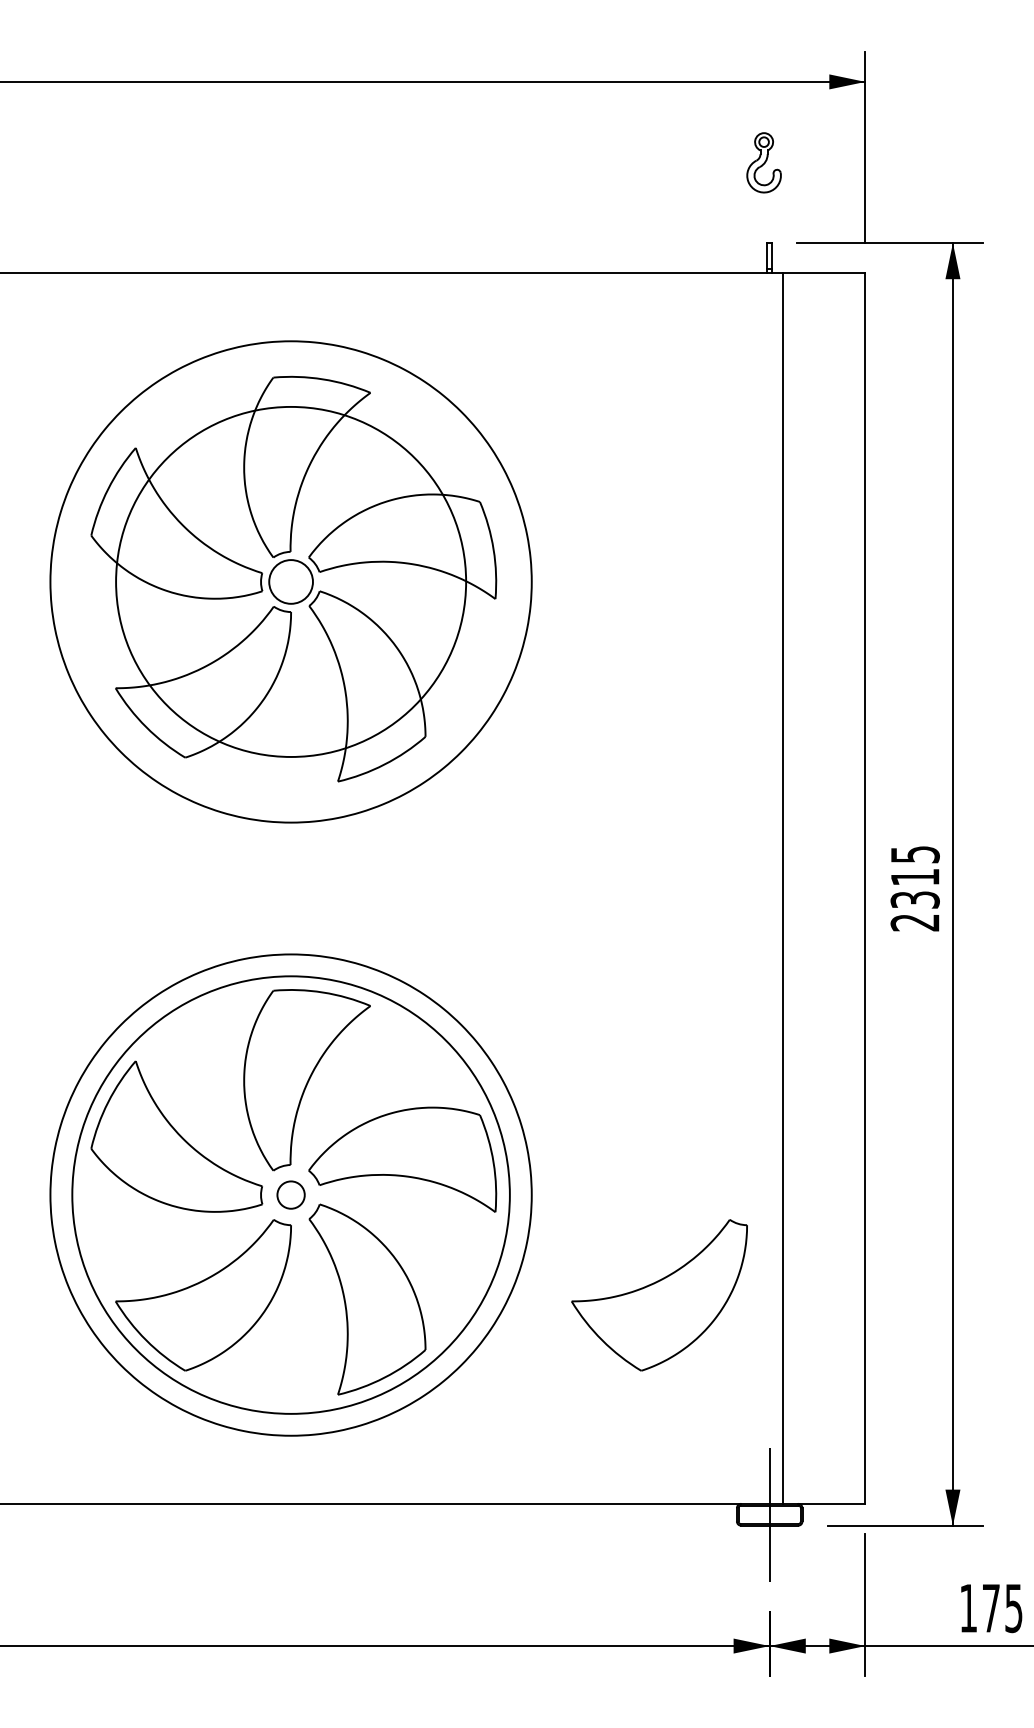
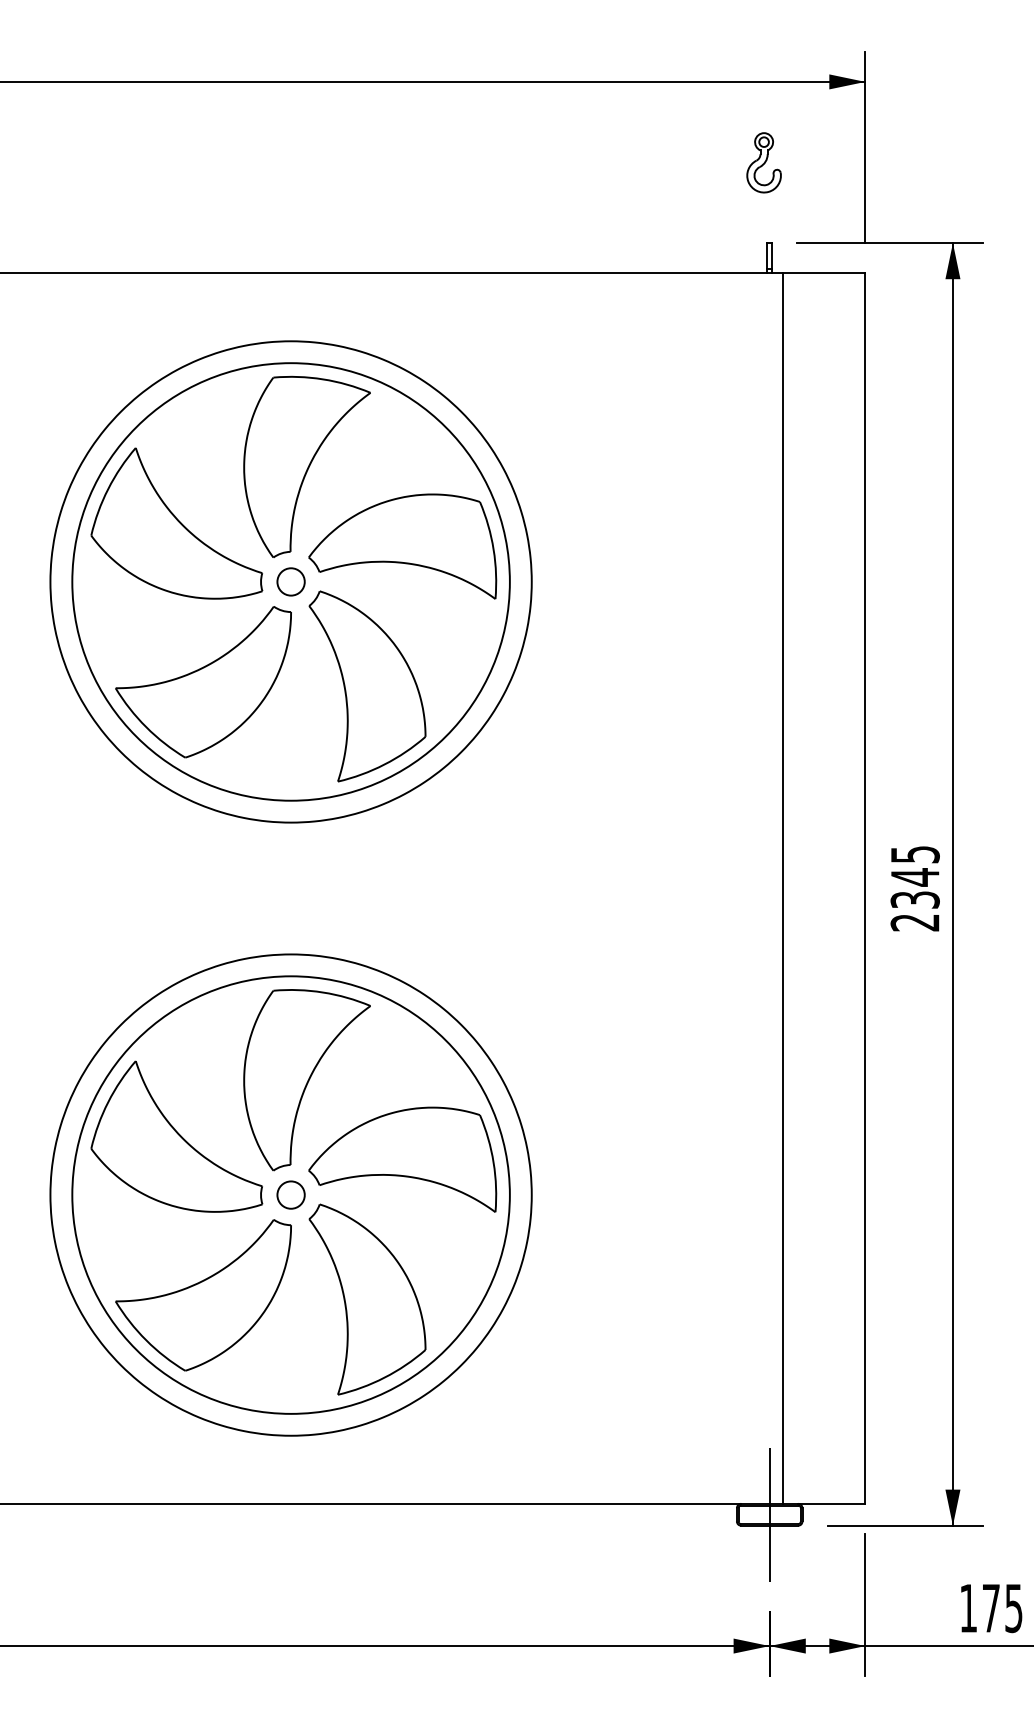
circle at (290, 581) diameter: 44 px -> 27 px
circle at (291, 581) diameter: 350 px -> 438 px
text at (915, 877): 2315 -> 2345
part at (659, 1295): present -> none
